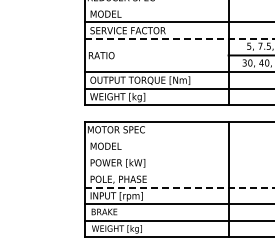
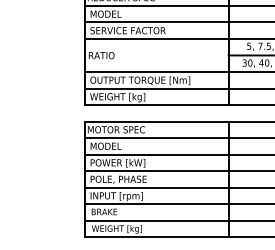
line at (178, 5): none -> present
line at (180, 38): dashed -> solid
line at (178, 138): none -> present
line at (178, 154): none -> present
line at (178, 171): none -> present
line at (180, 187): dashed -> solid
